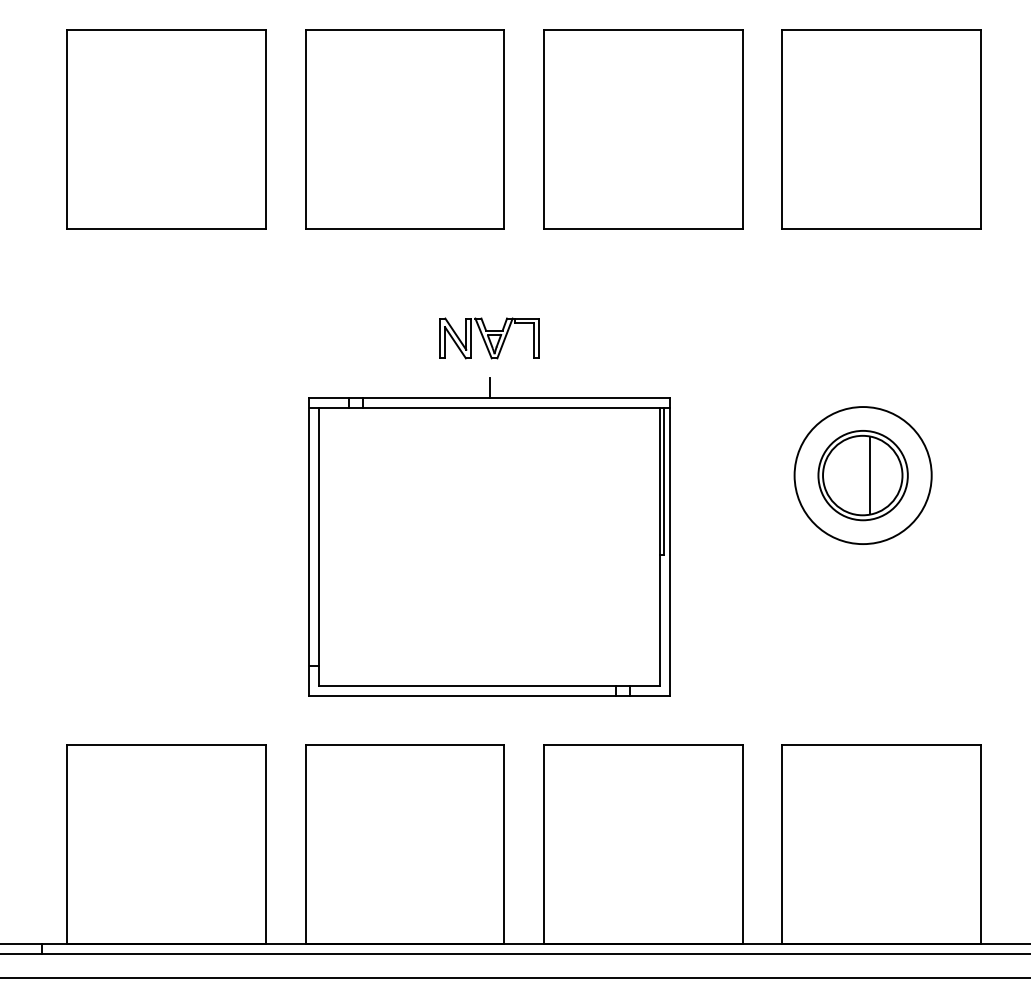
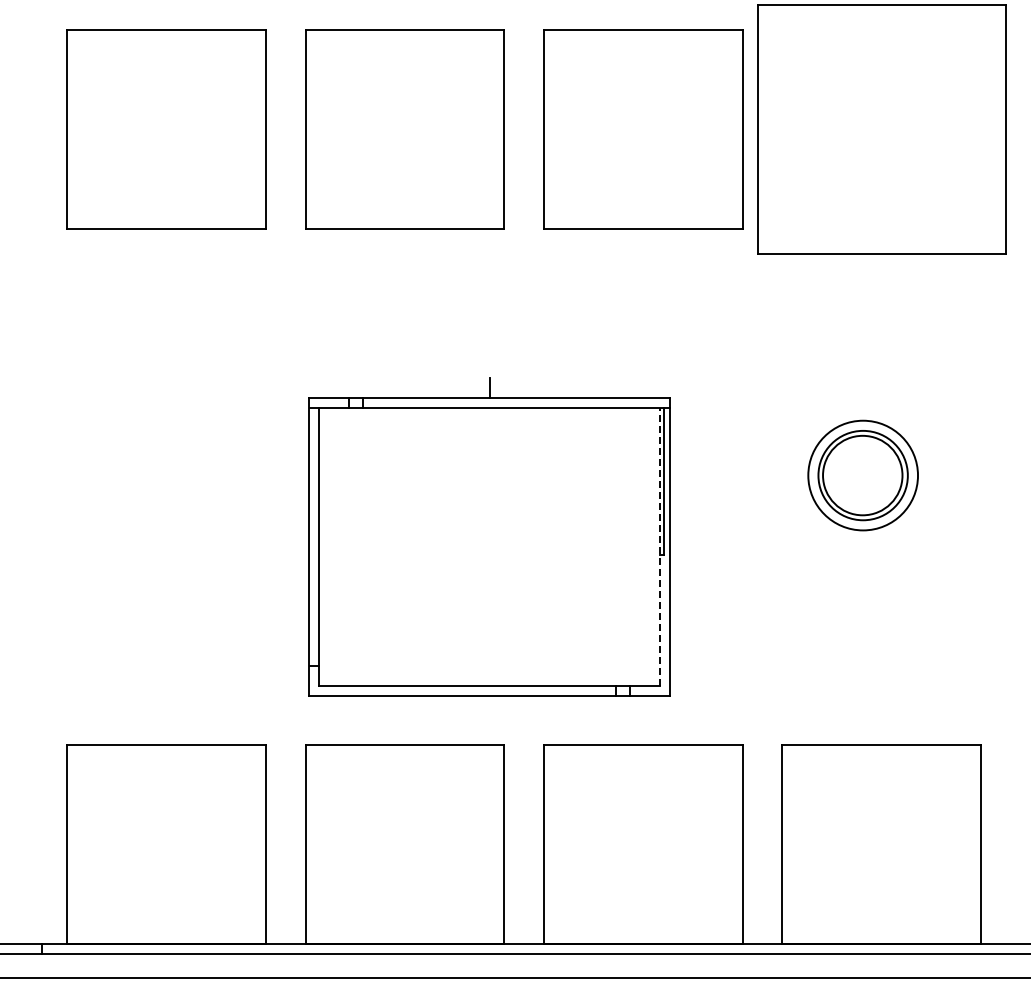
part at (881, 129) size: 201x201 px -> 250x251 px
part at (489, 338): present -> none
circle at (862, 475) diameter: 137 px -> 110 px
line at (870, 475): present -> none
line at (659, 546): solid -> dashed
